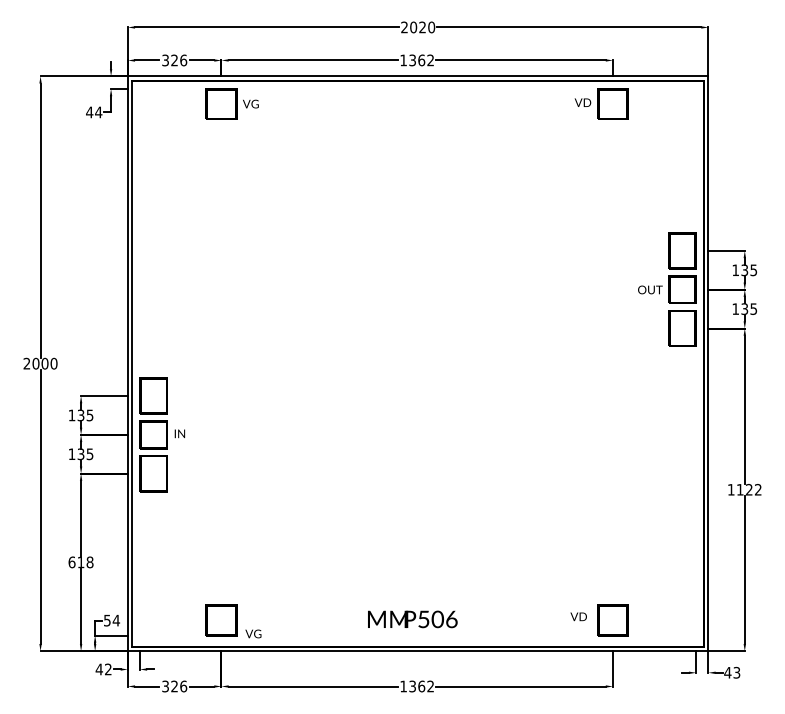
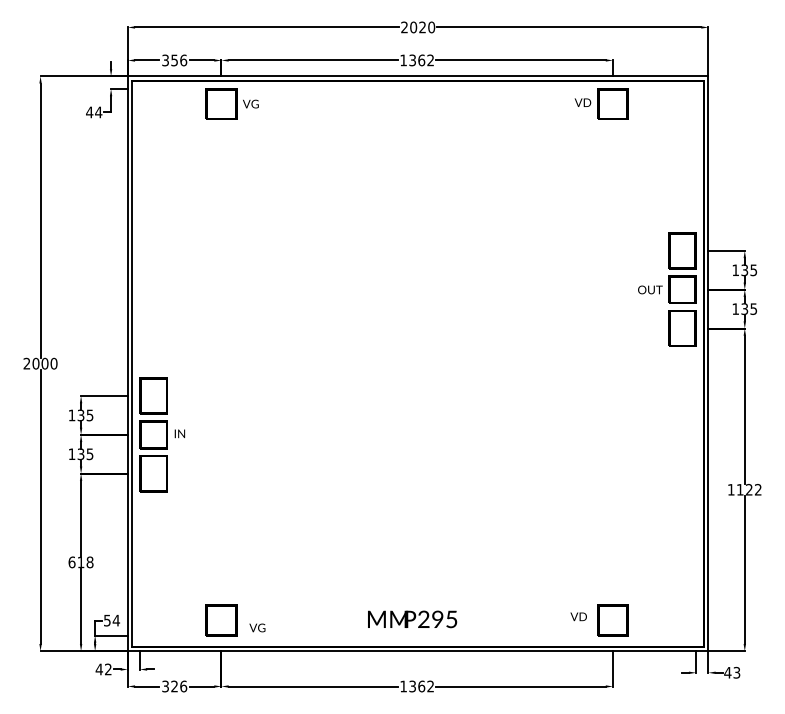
text at (174, 60): 326 -> 356
text at (437, 619): P506 -> P295
text at (253, 633) position: (253, 633) -> (257, 627)
